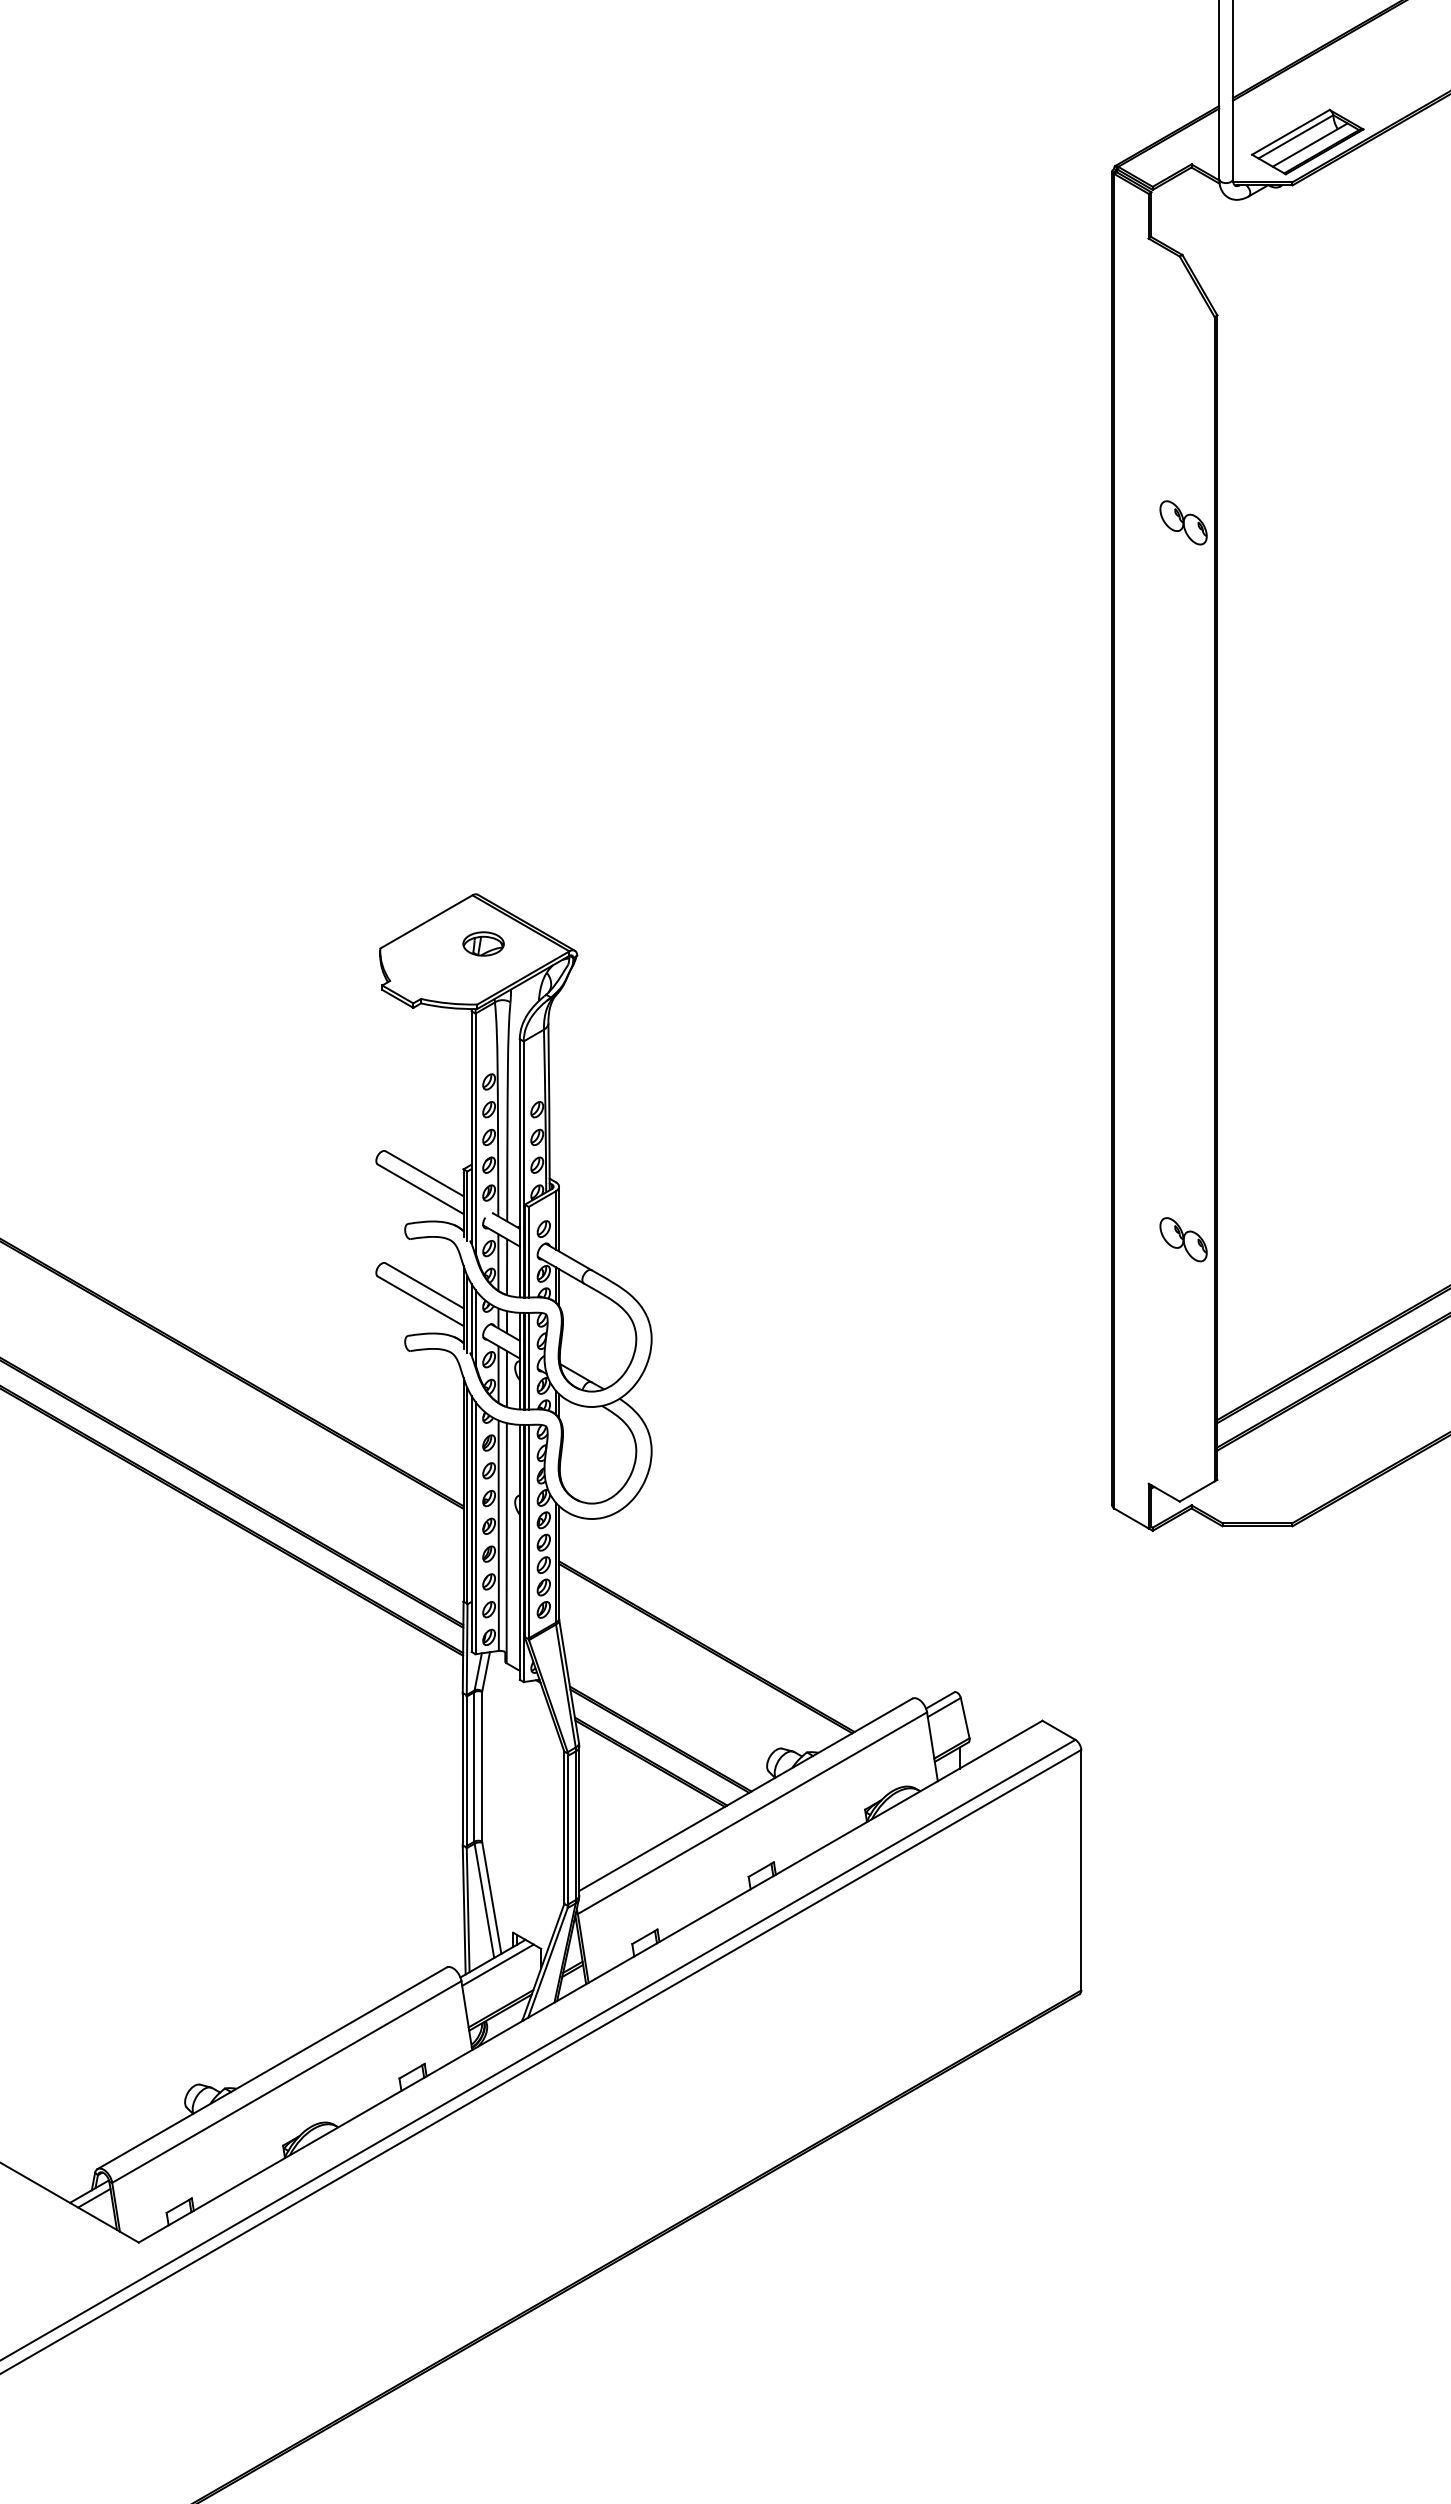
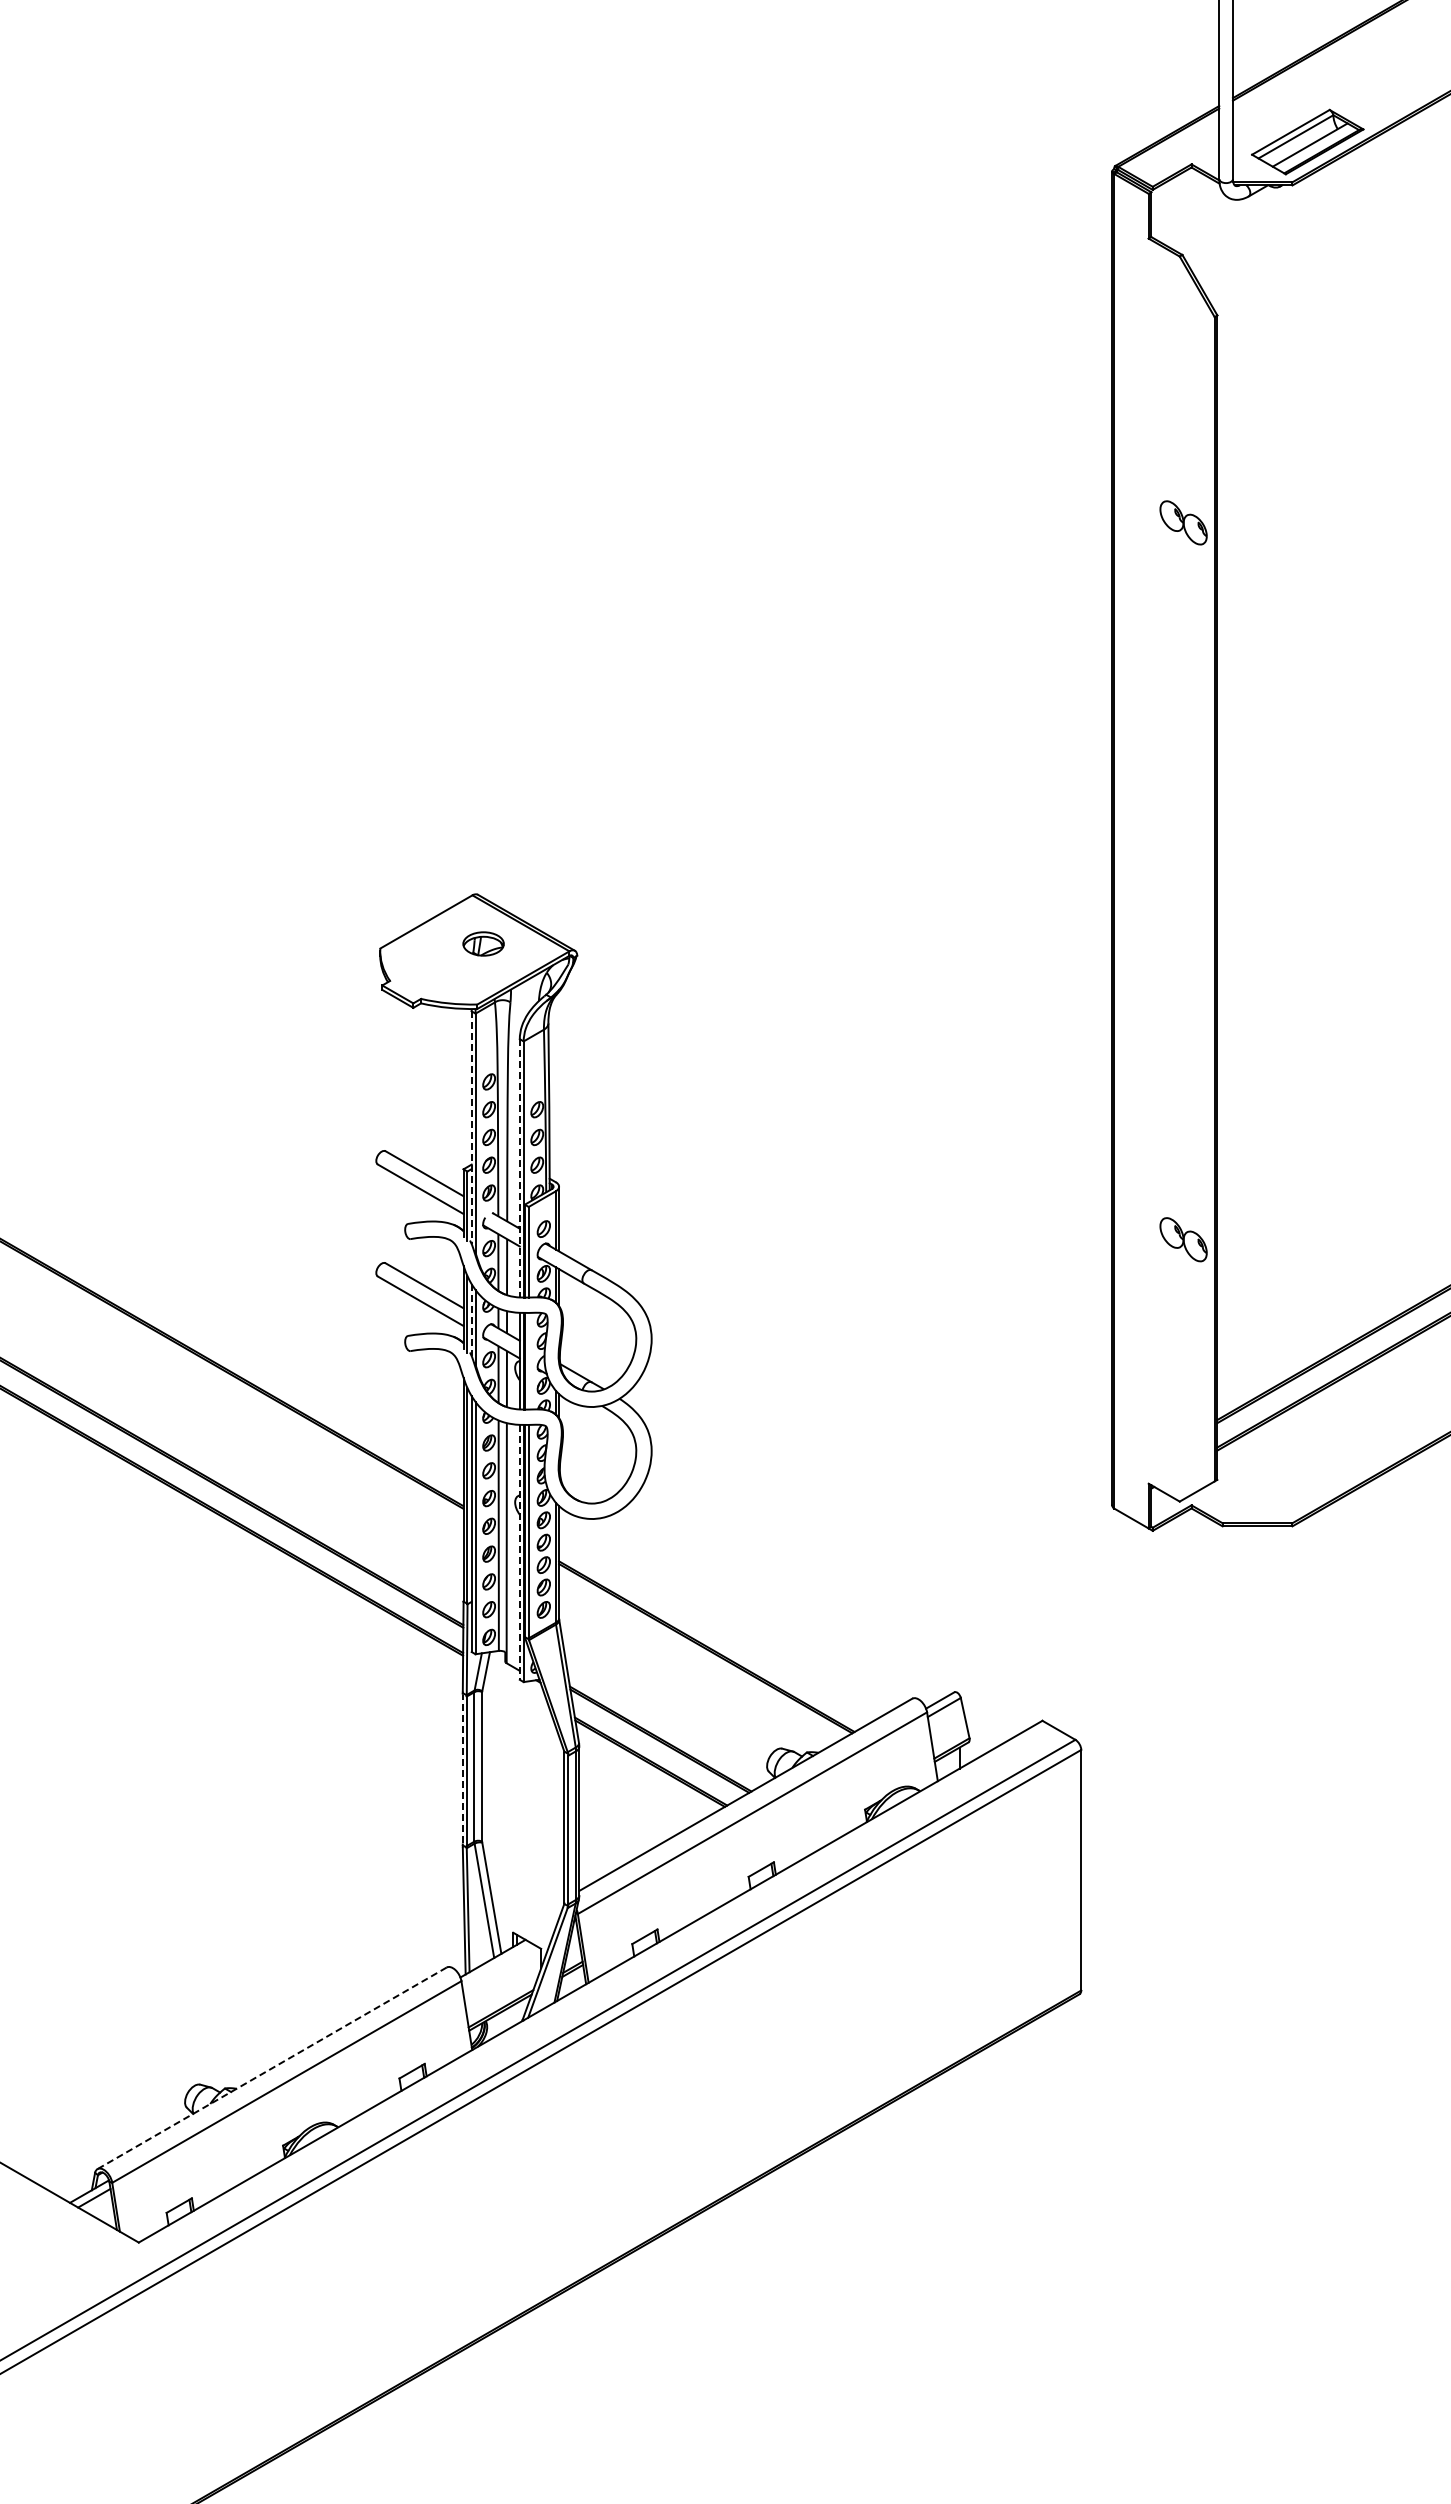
line at (471, 1128): solid -> dashed
line at (519, 1168): solid -> dashed
line at (471, 1320): solid -> dashed
line at (528, 1360): present -> none
line at (519, 1552): solid -> dashed
line at (462, 1768): solid -> dashed
line at (497, 1964): present -> none
line at (272, 2068): solid -> dashed
